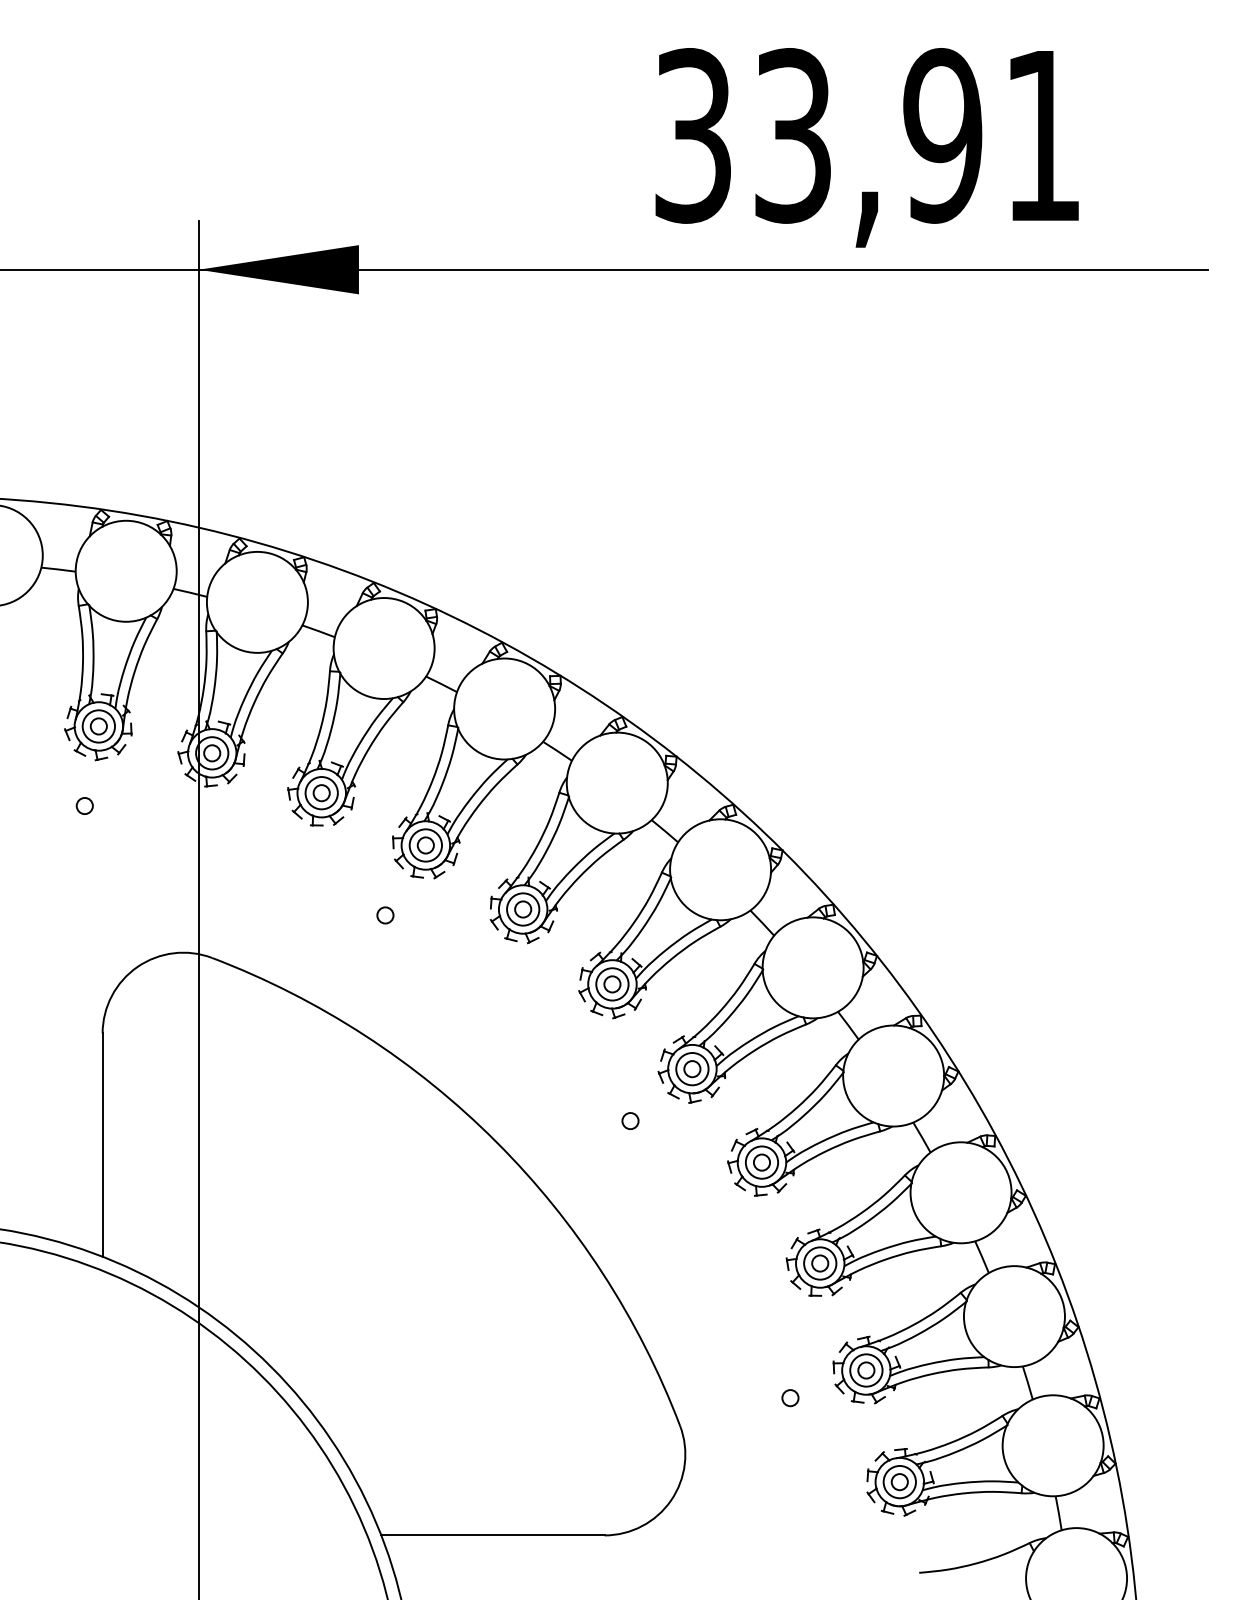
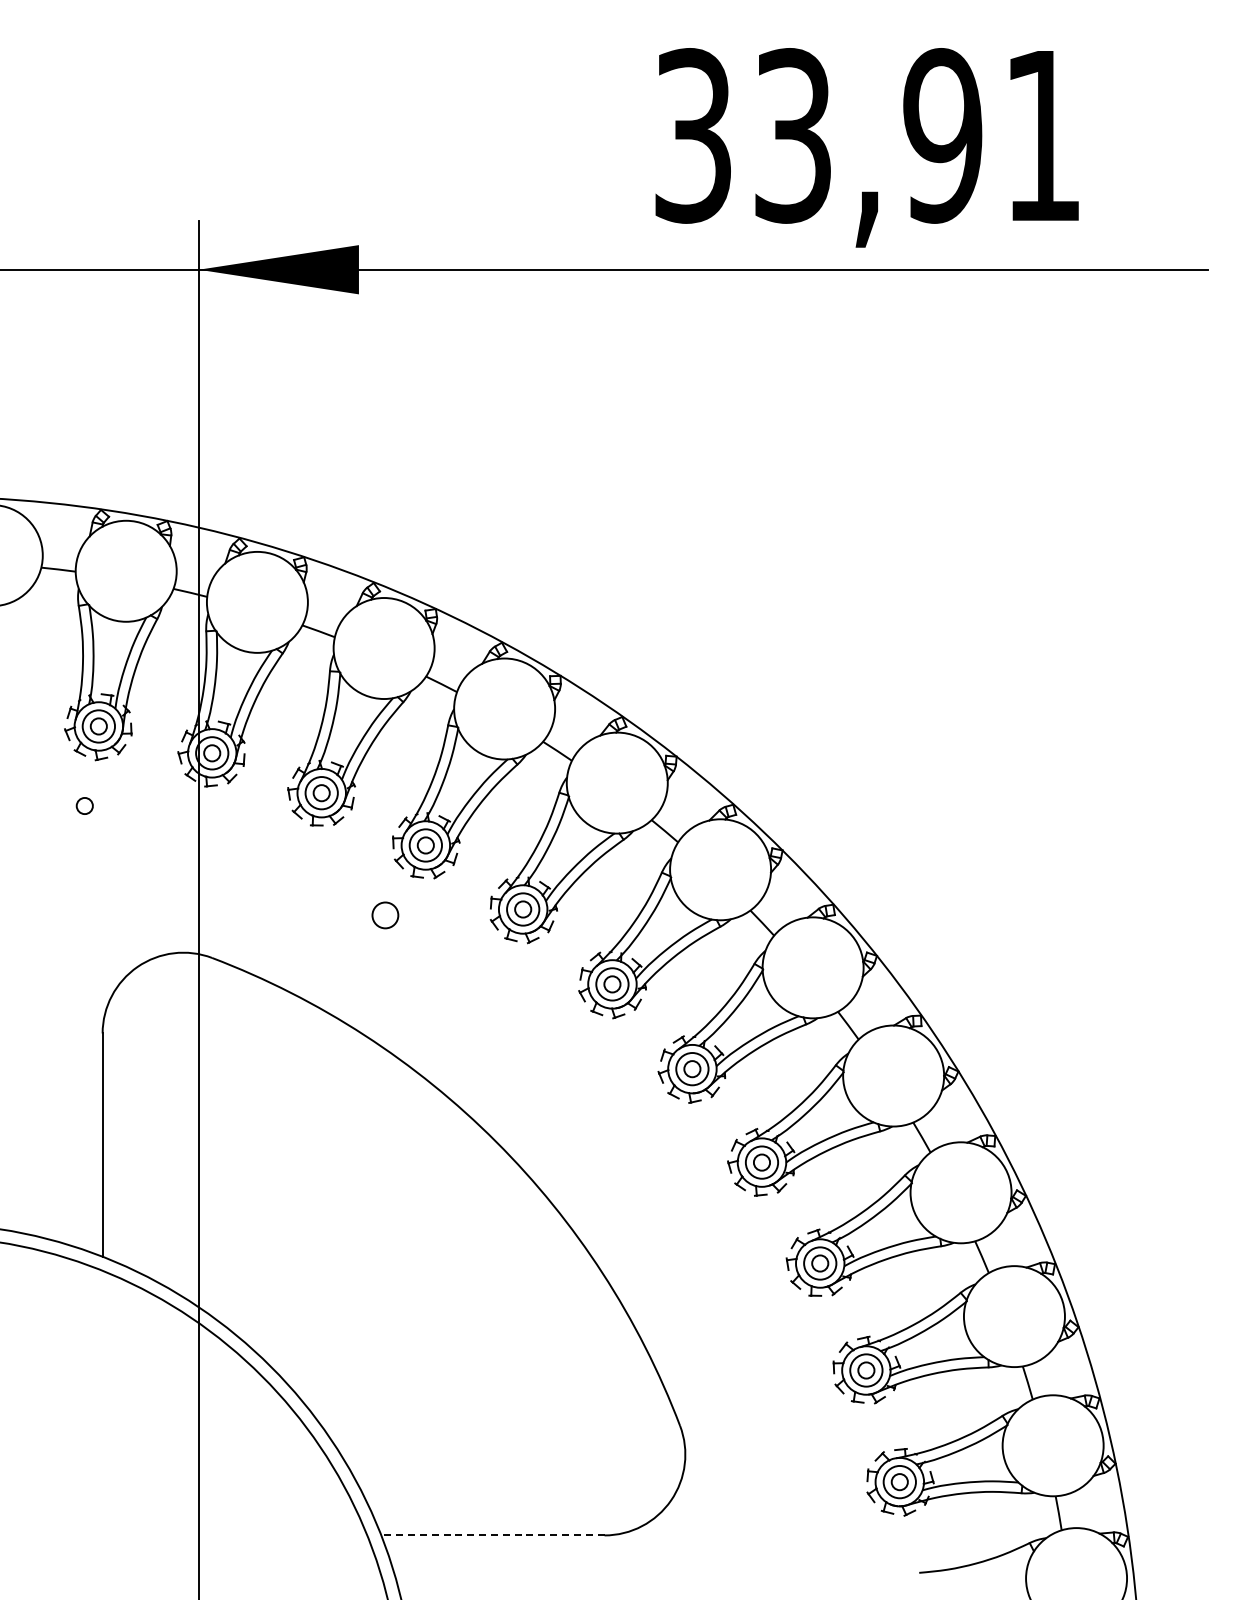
circle at (385, 915) size: 19x19 px -> 29x29 px
circle at (630, 1121): present -> none
circle at (790, 1398): present -> none
line at (492, 1535): solid -> dashed
